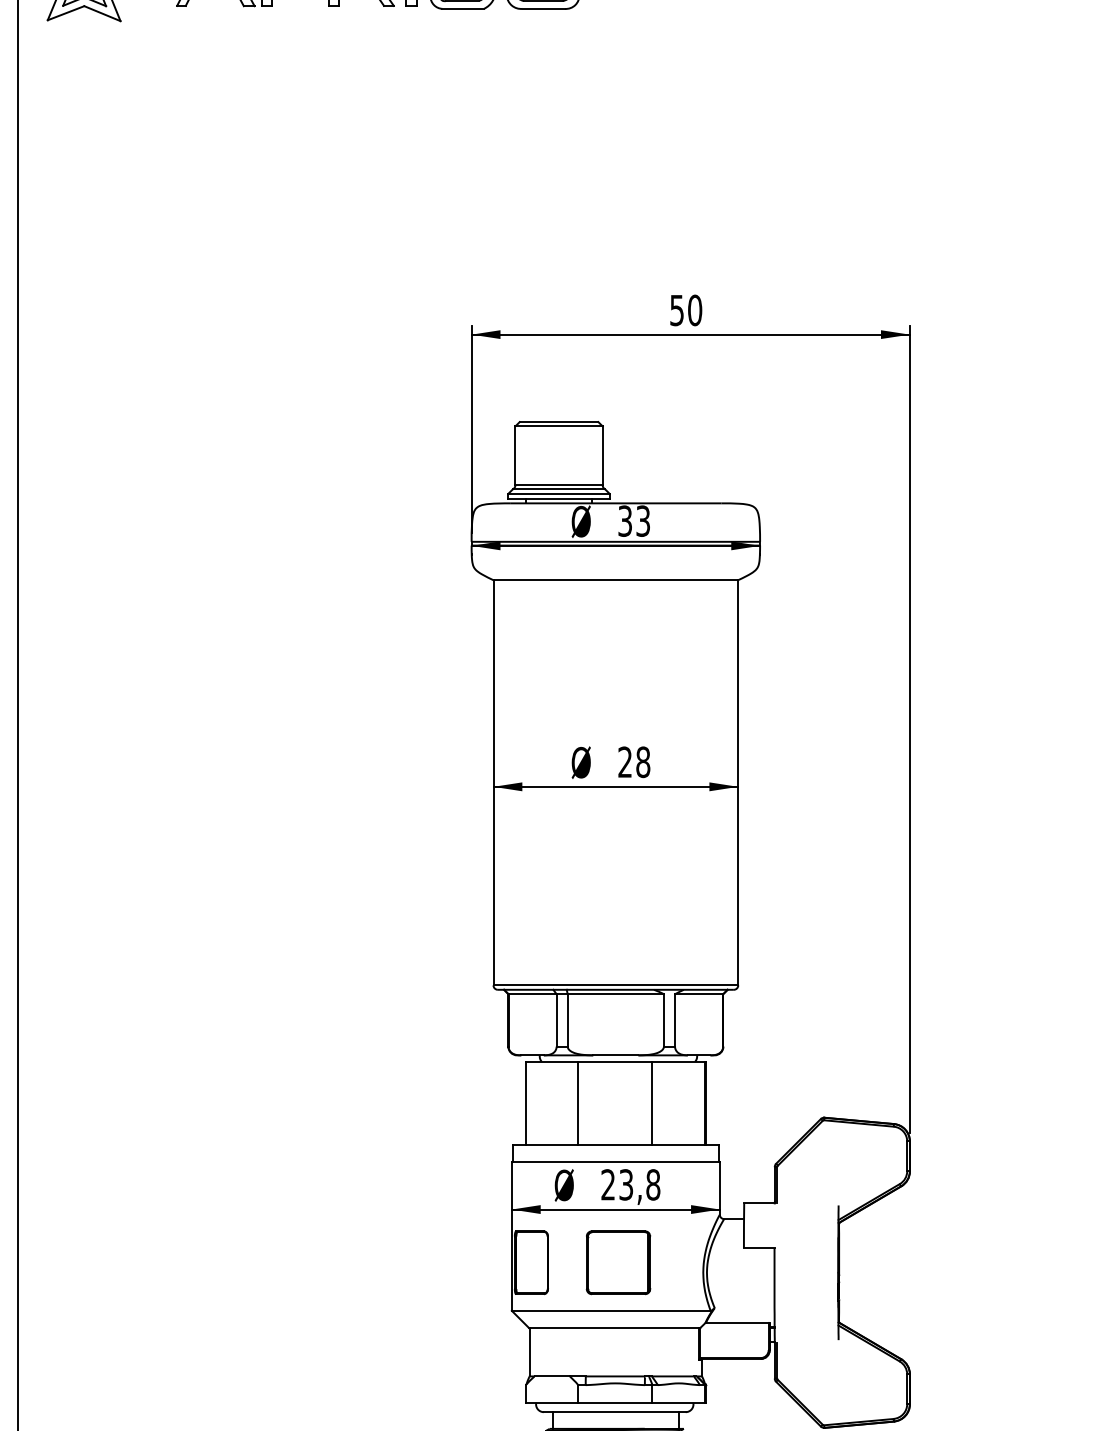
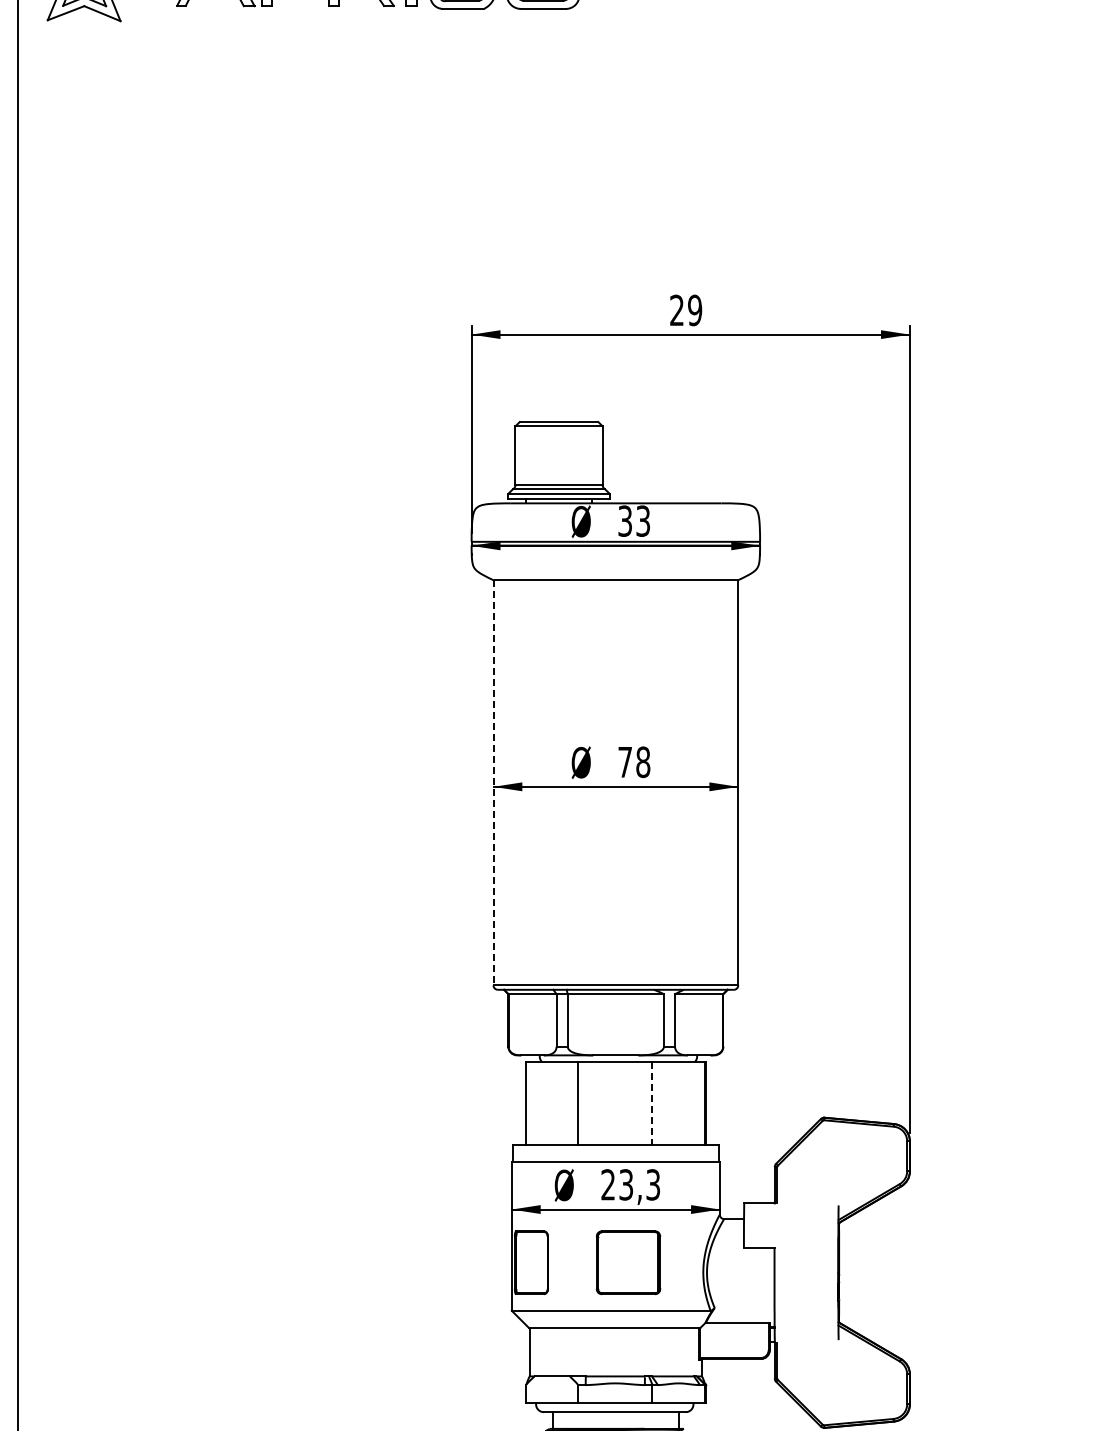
text at (686, 310): 50 -> 29
text at (624, 761): 28 -> 78
line at (493, 782): solid -> dashed
line at (652, 1103): solid -> dashed
text at (653, 1184): 23,8 -> 23,3
part at (618, 1262) position: (618, 1262) -> (628, 1262)
